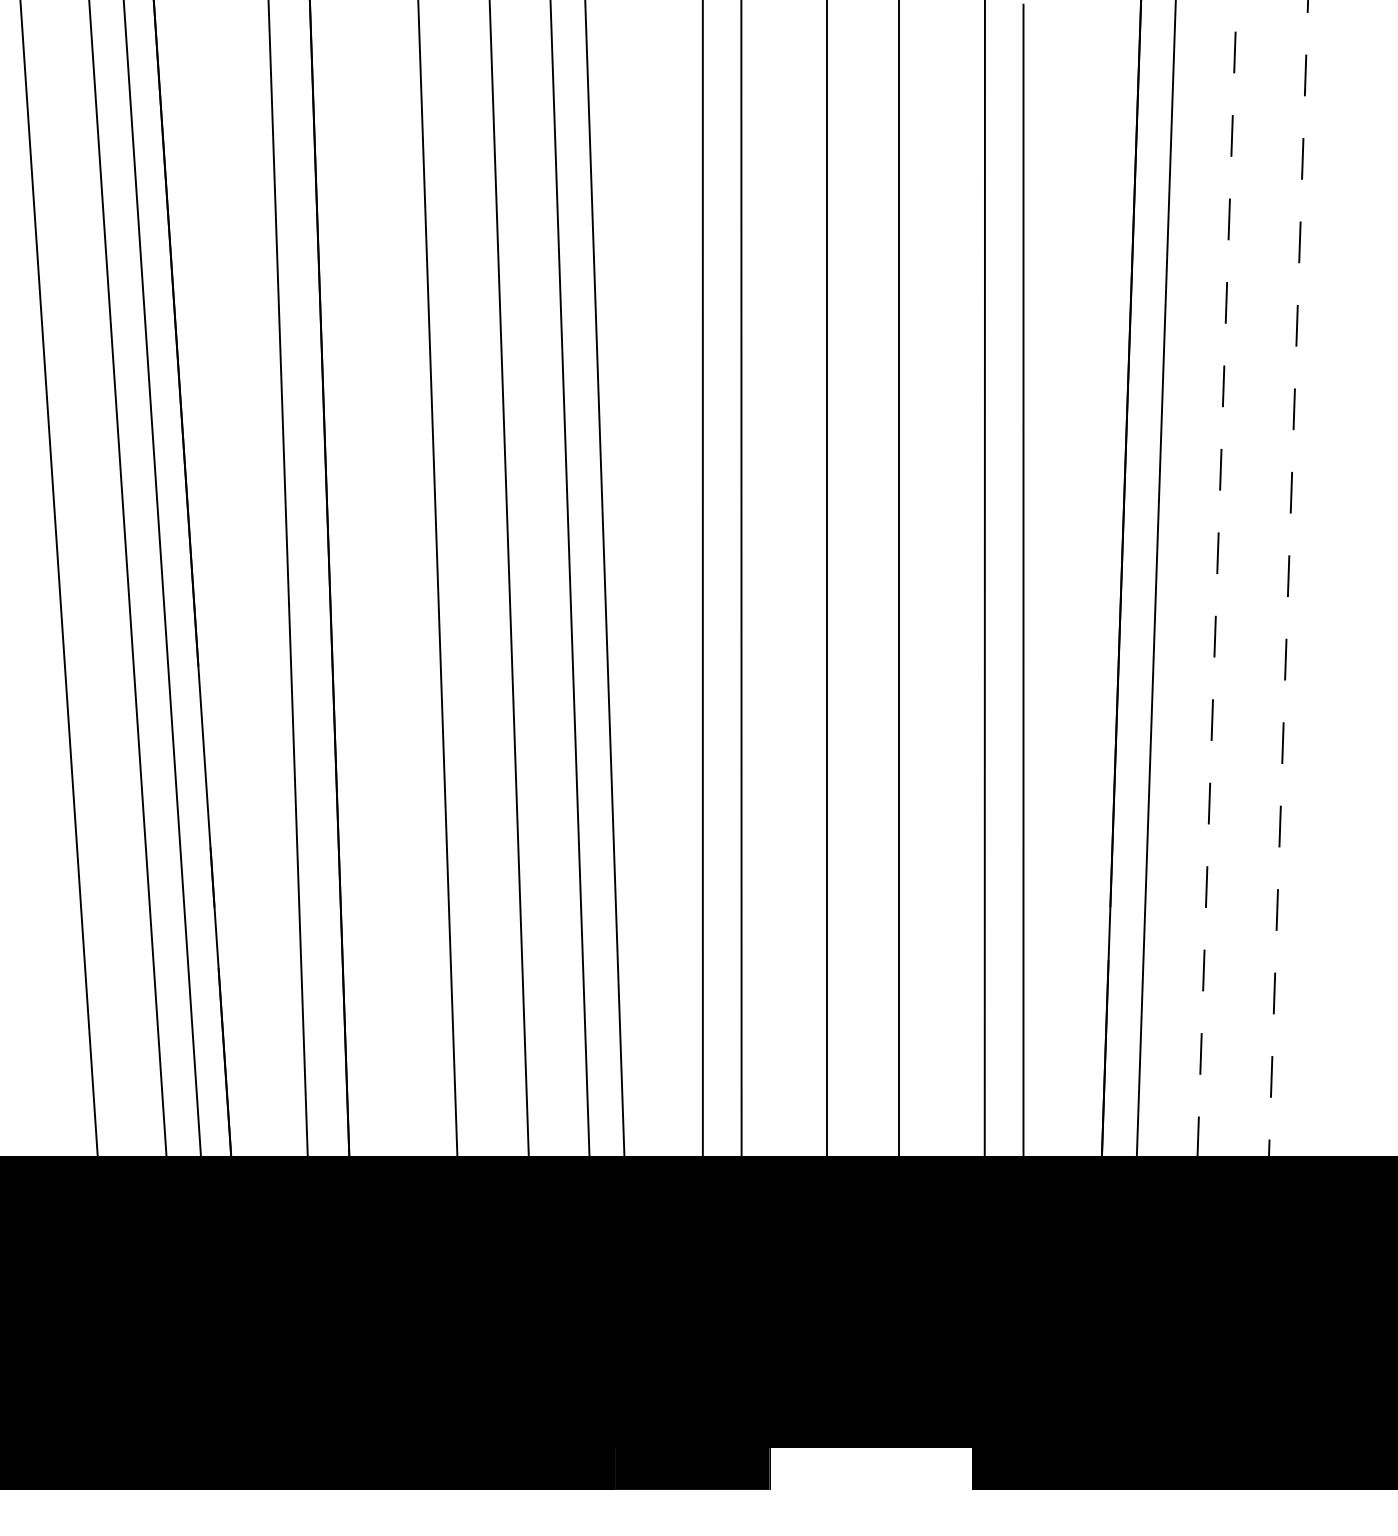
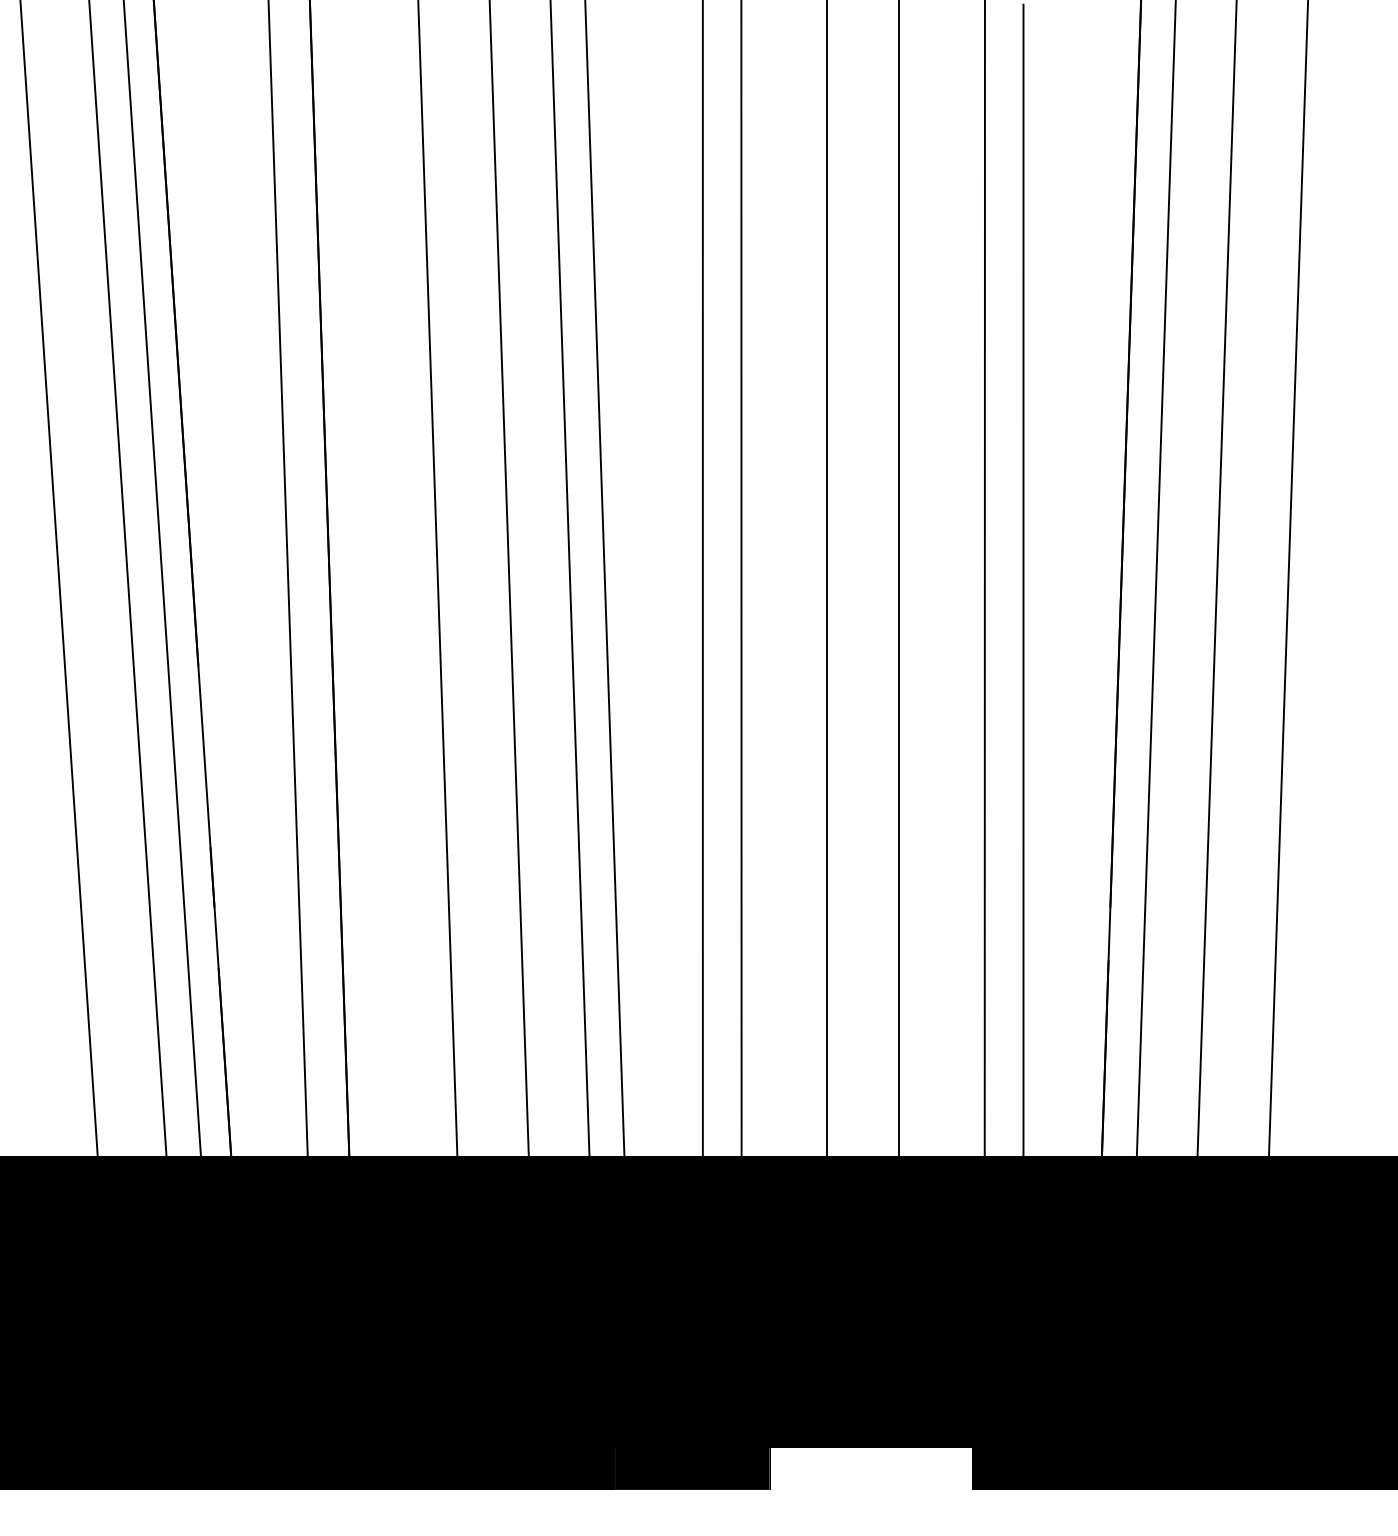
line at (1286, 632): dashed -> solid
line at (1215, 633): dashed -> solid
